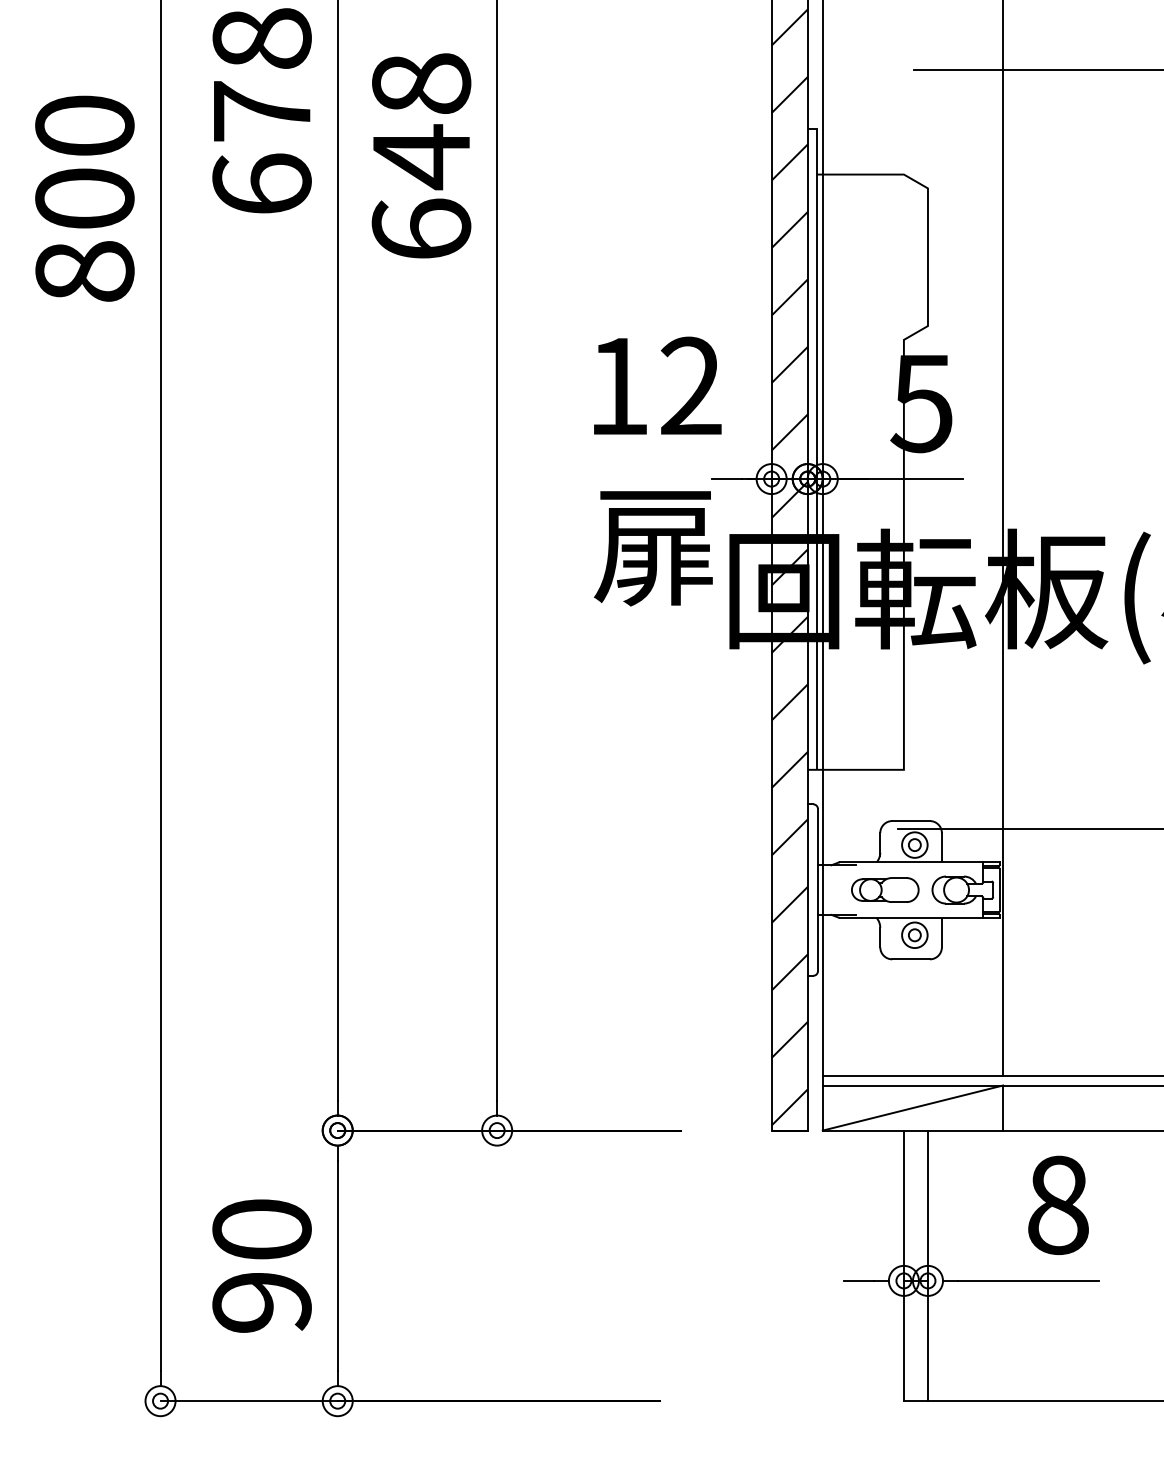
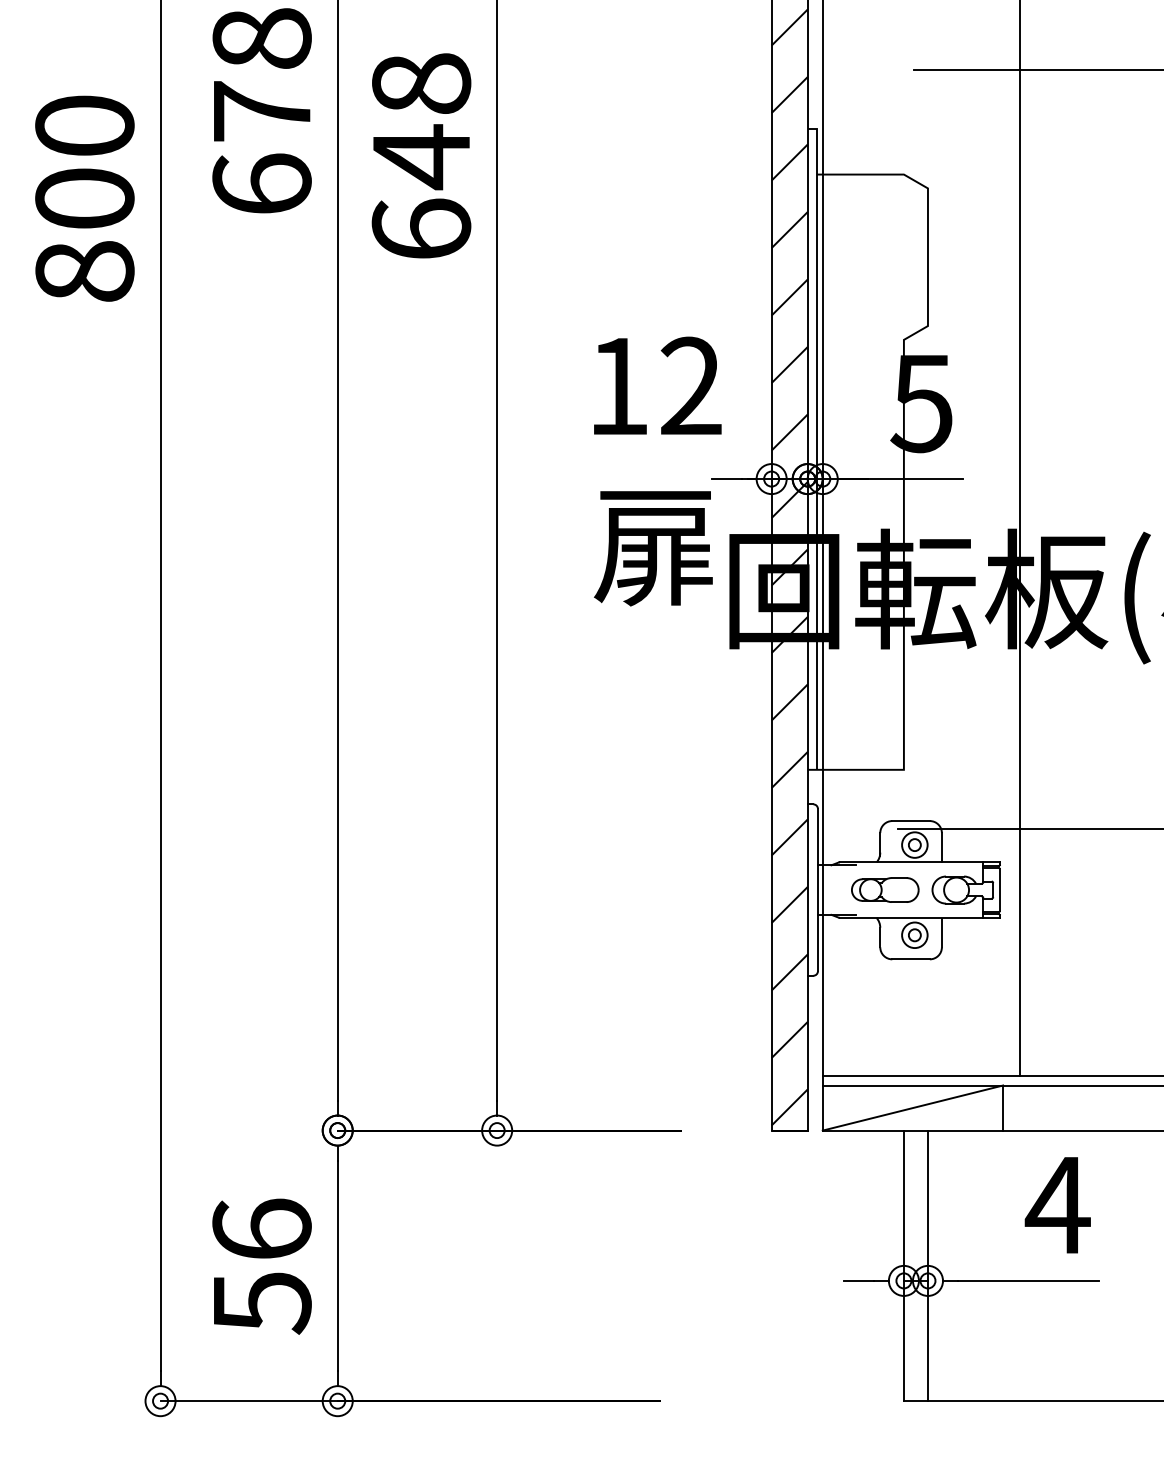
line at (1003, 539) position: (1003, 539) -> (1020, 539)
text at (1057, 1205): 8 -> 4
text at (261, 1266): 90 -> 56
